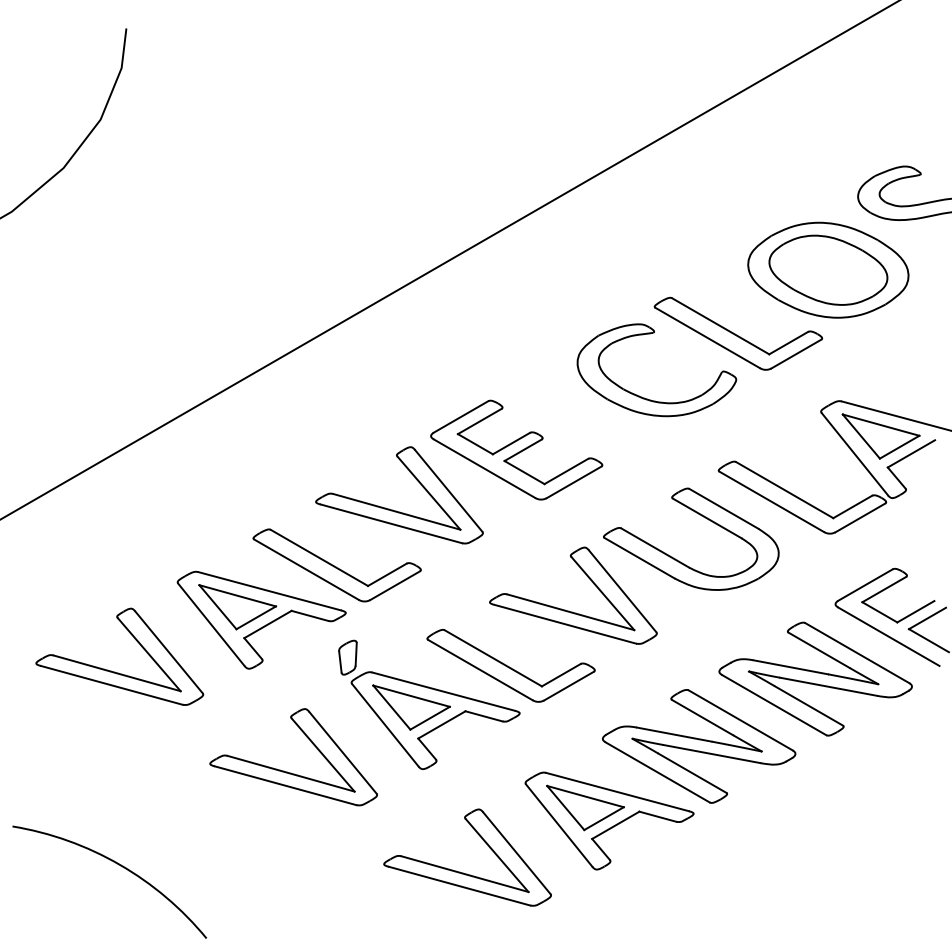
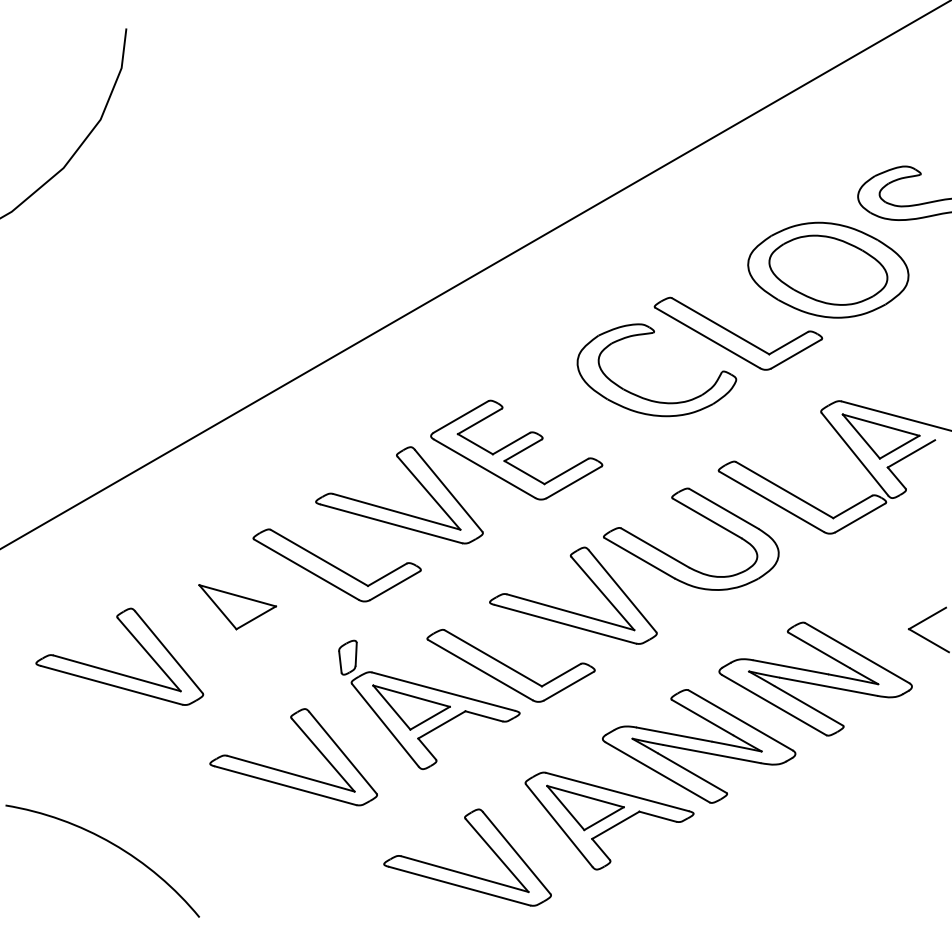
line at (449, 260) position: (449, 260) -> (475, 275)
part at (887, 616): present -> none
part at (261, 619): present -> none
arc at (118, 865) position: (118, 865) -> (111, 844)
